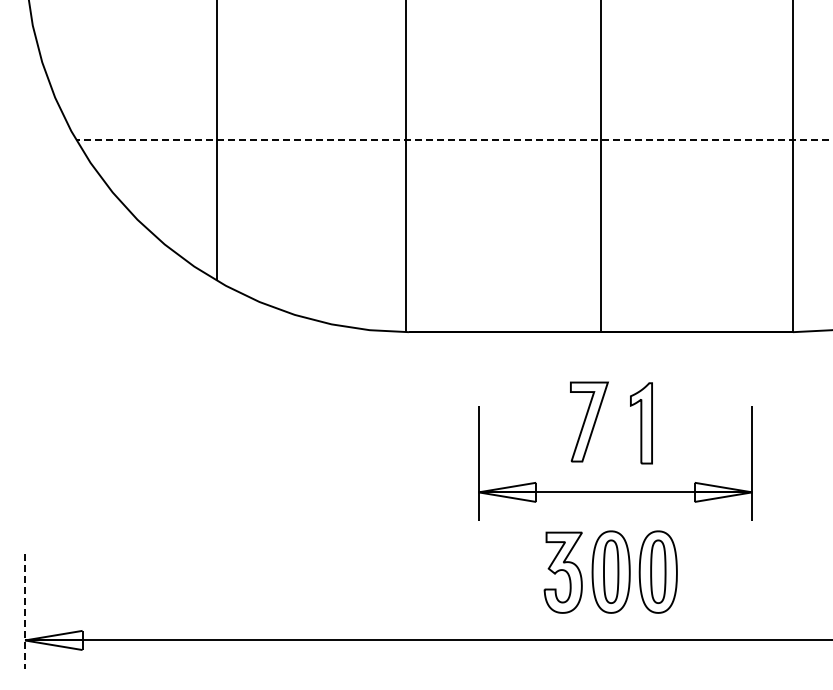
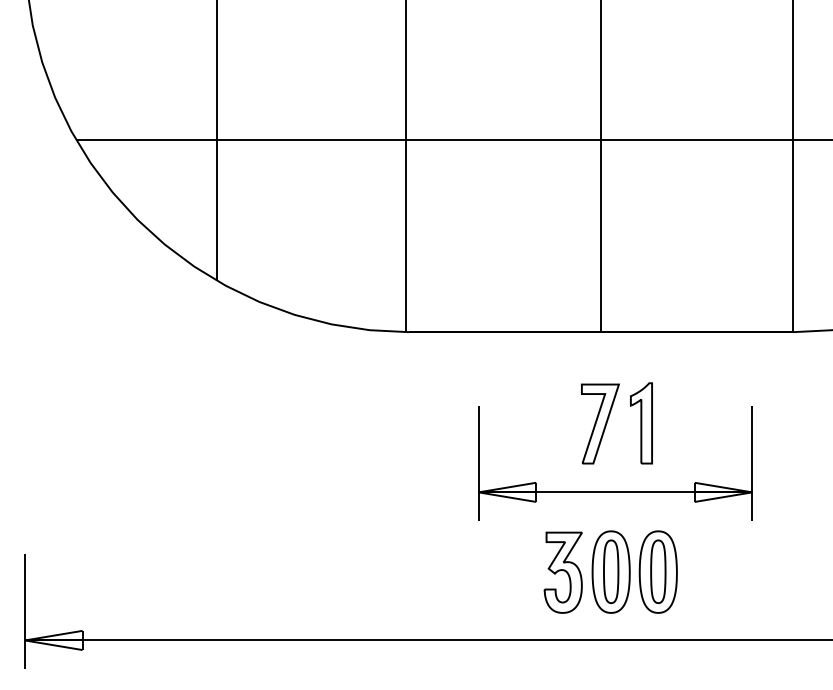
line at (454, 140): dashed -> solid
part at (589, 421) position: (589, 421) -> (600, 423)
line at (24, 611): dashed -> solid
